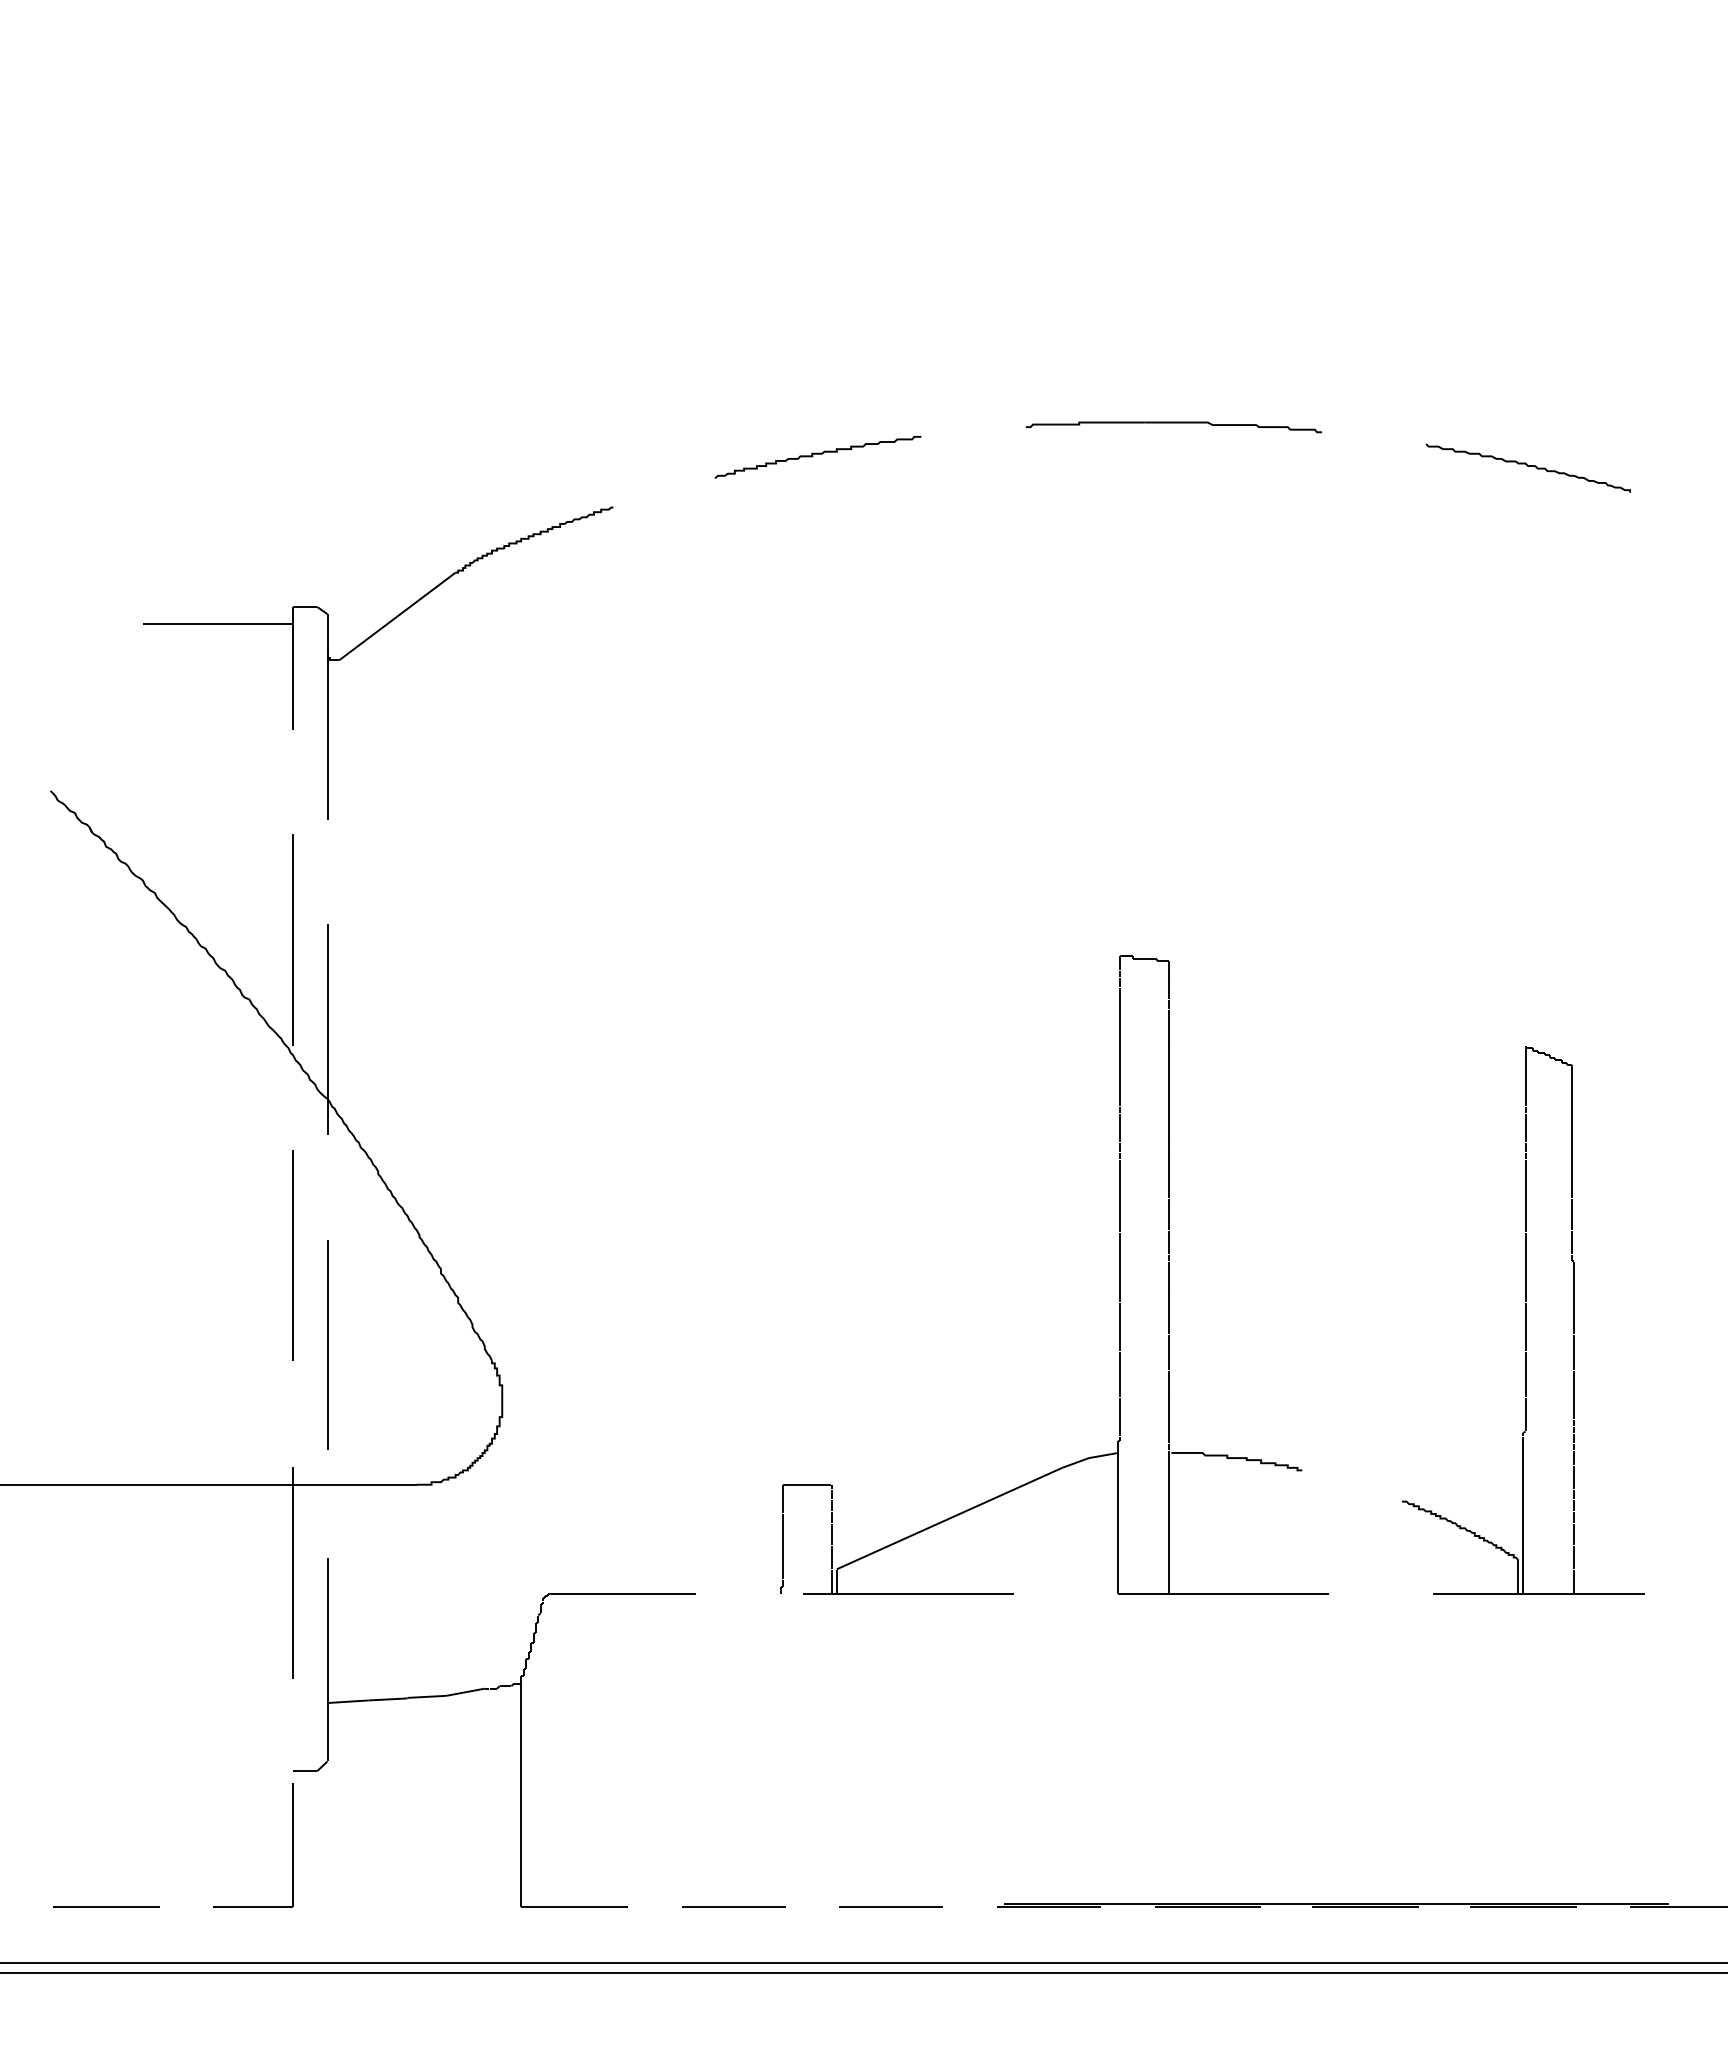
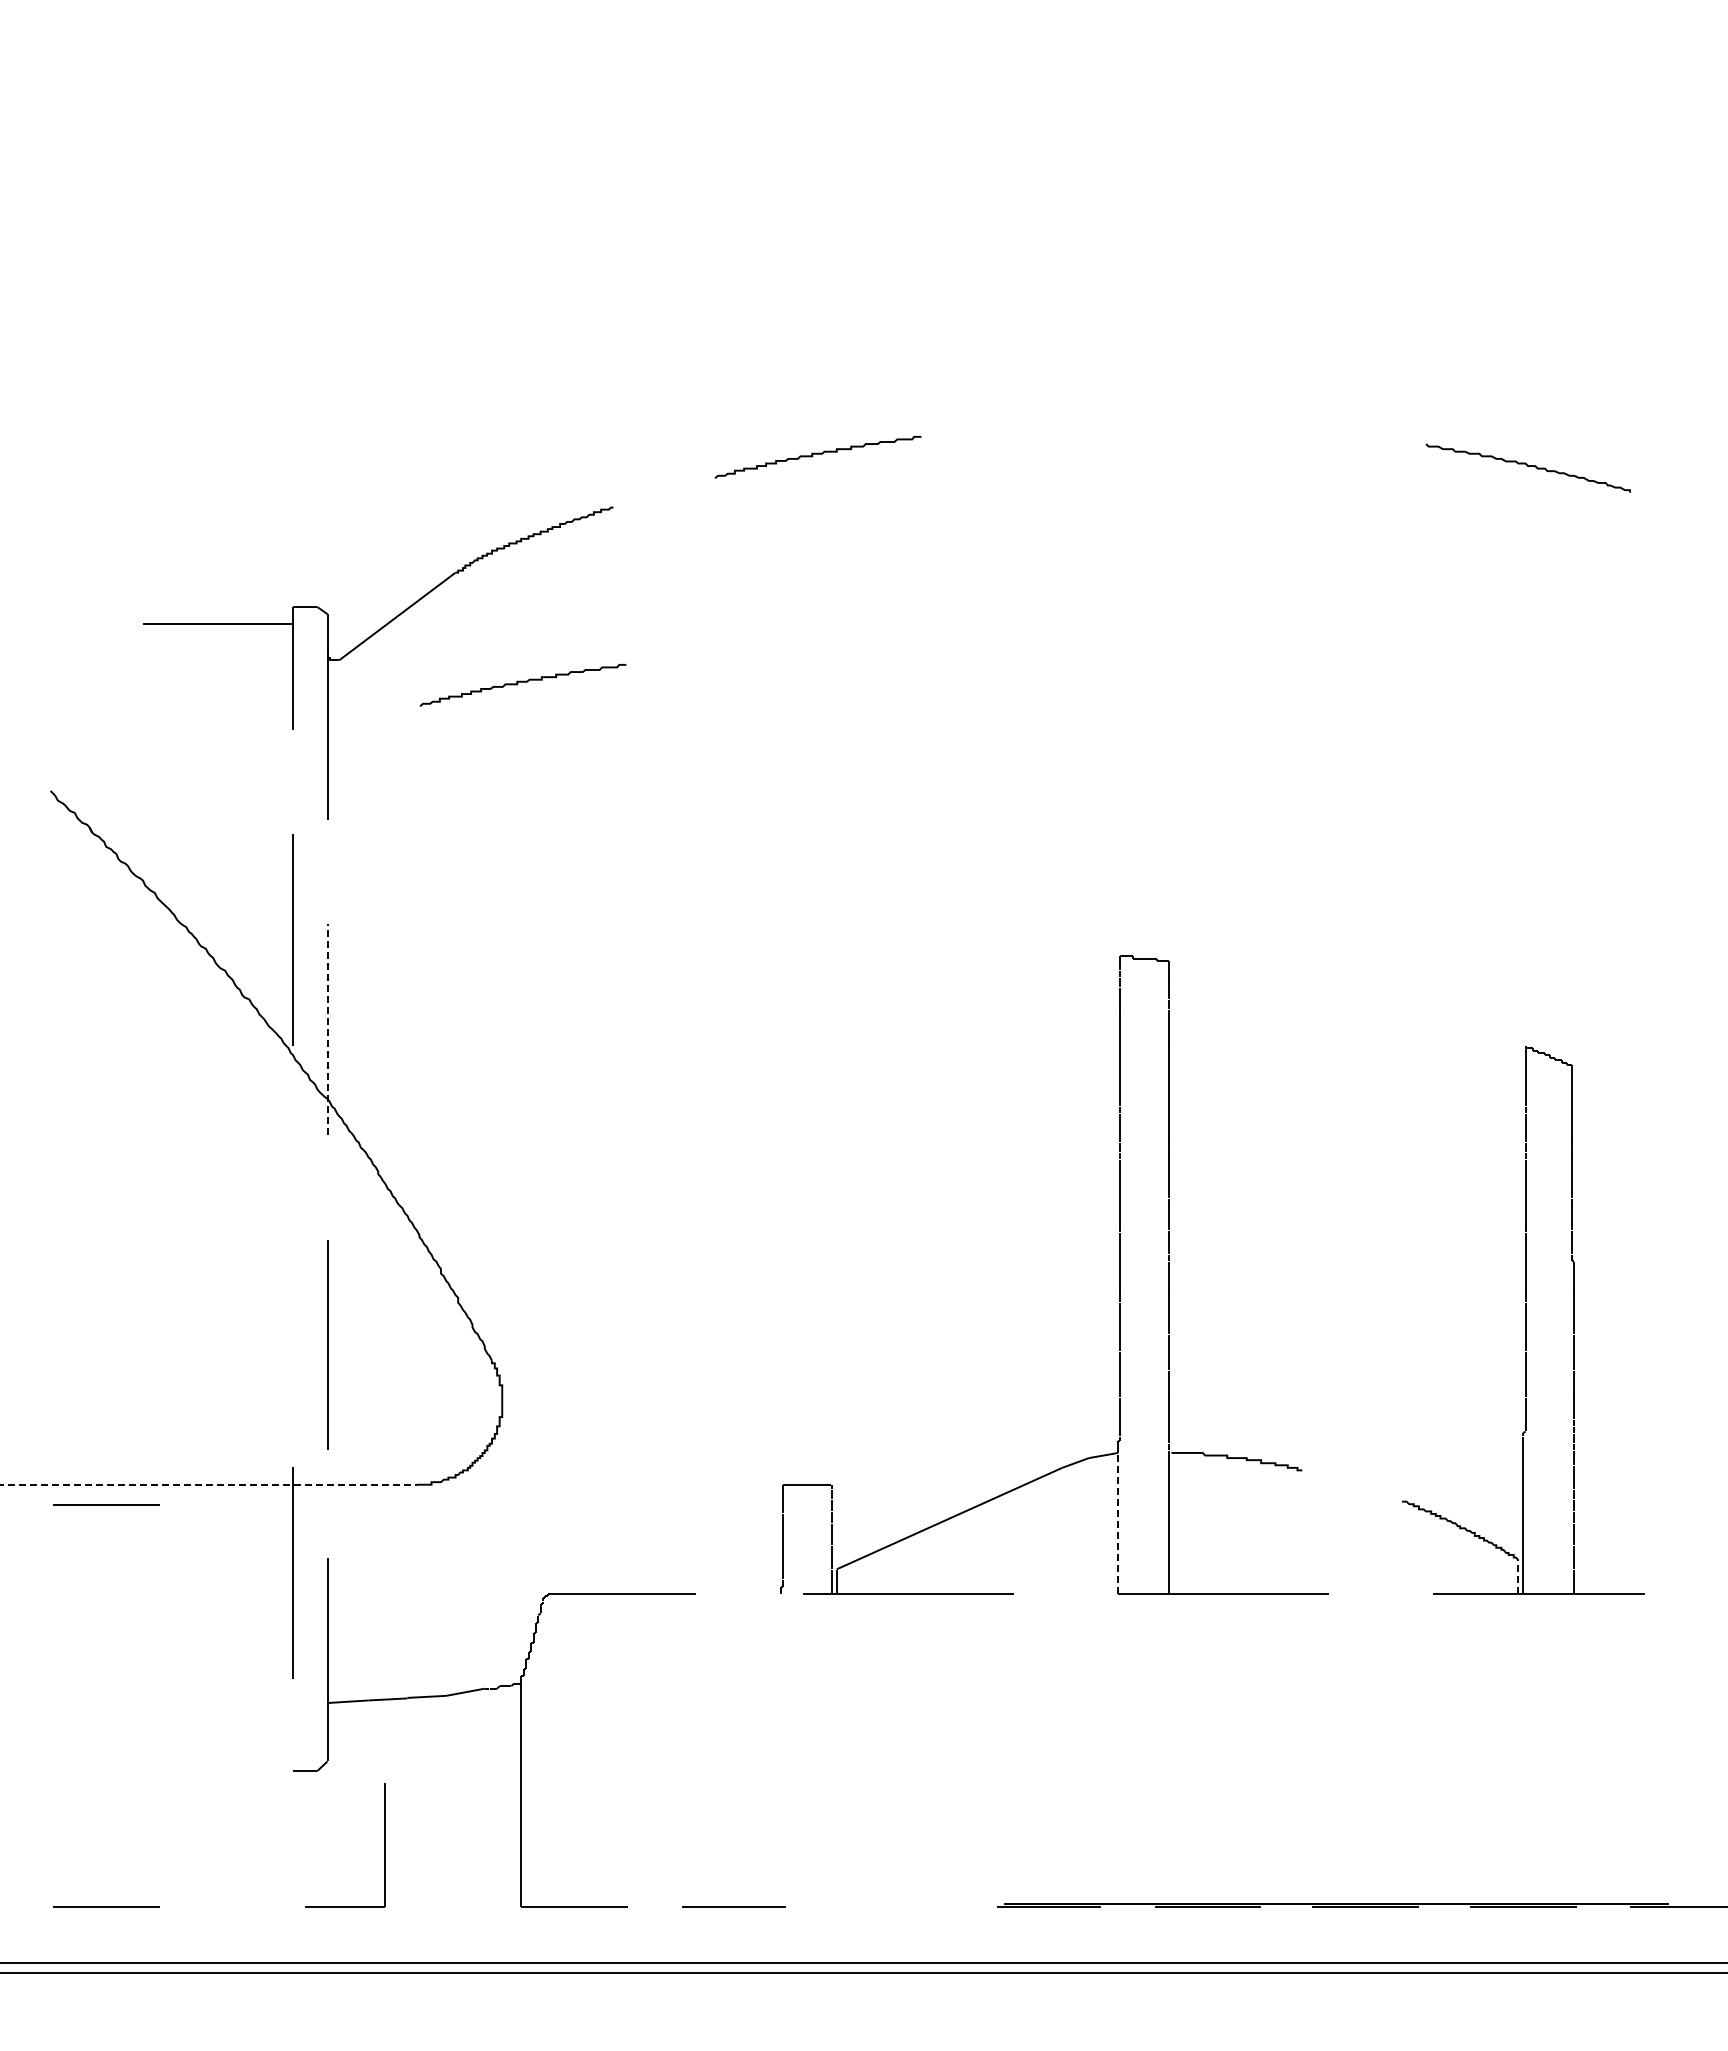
part at (1173, 427): present -> none
curve at (522, 682): none -> present
line at (327, 1029): solid -> dashed
line at (292, 1255): present -> none
line at (208, 1484): solid -> dashed
line at (106, 1504): none -> present
line at (1118, 1522): solid -> dashed
line at (1518, 1576): solid -> dashed
part at (292, 1845) position: (292, 1845) -> (384, 1845)
line at (890, 1906): present -> none
